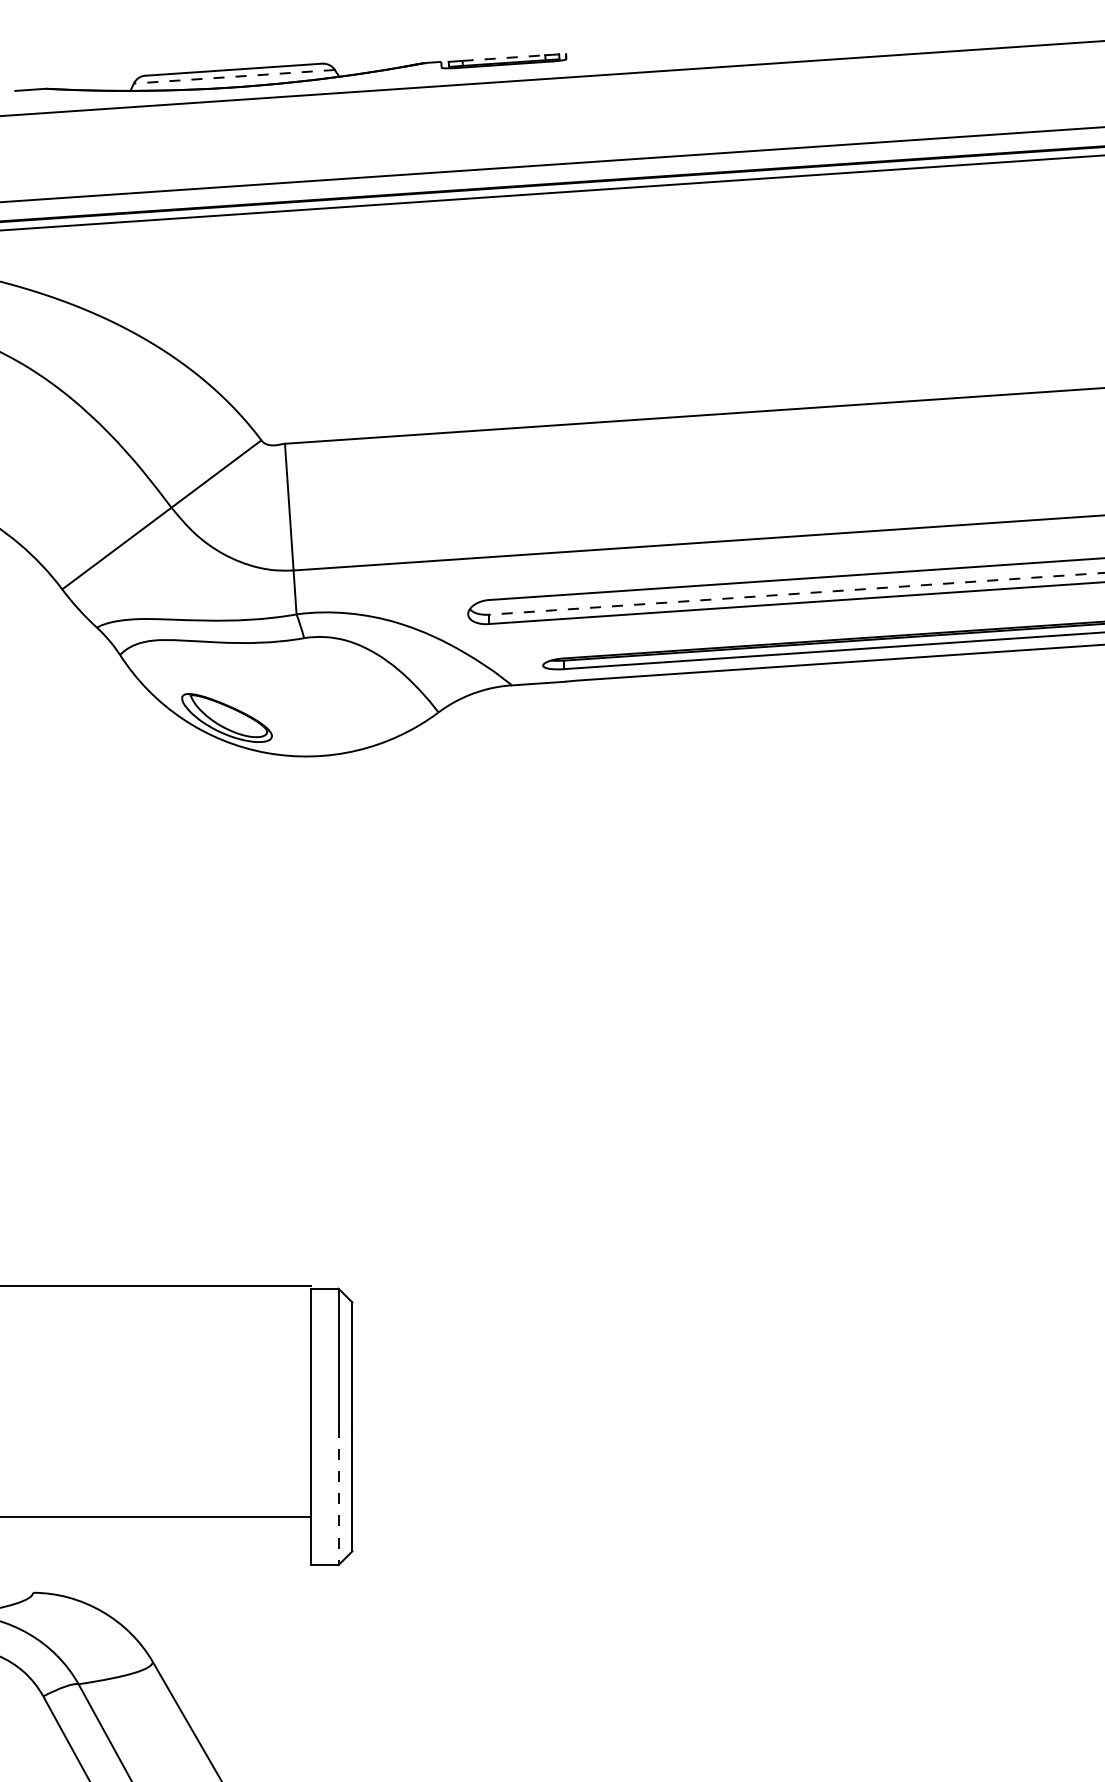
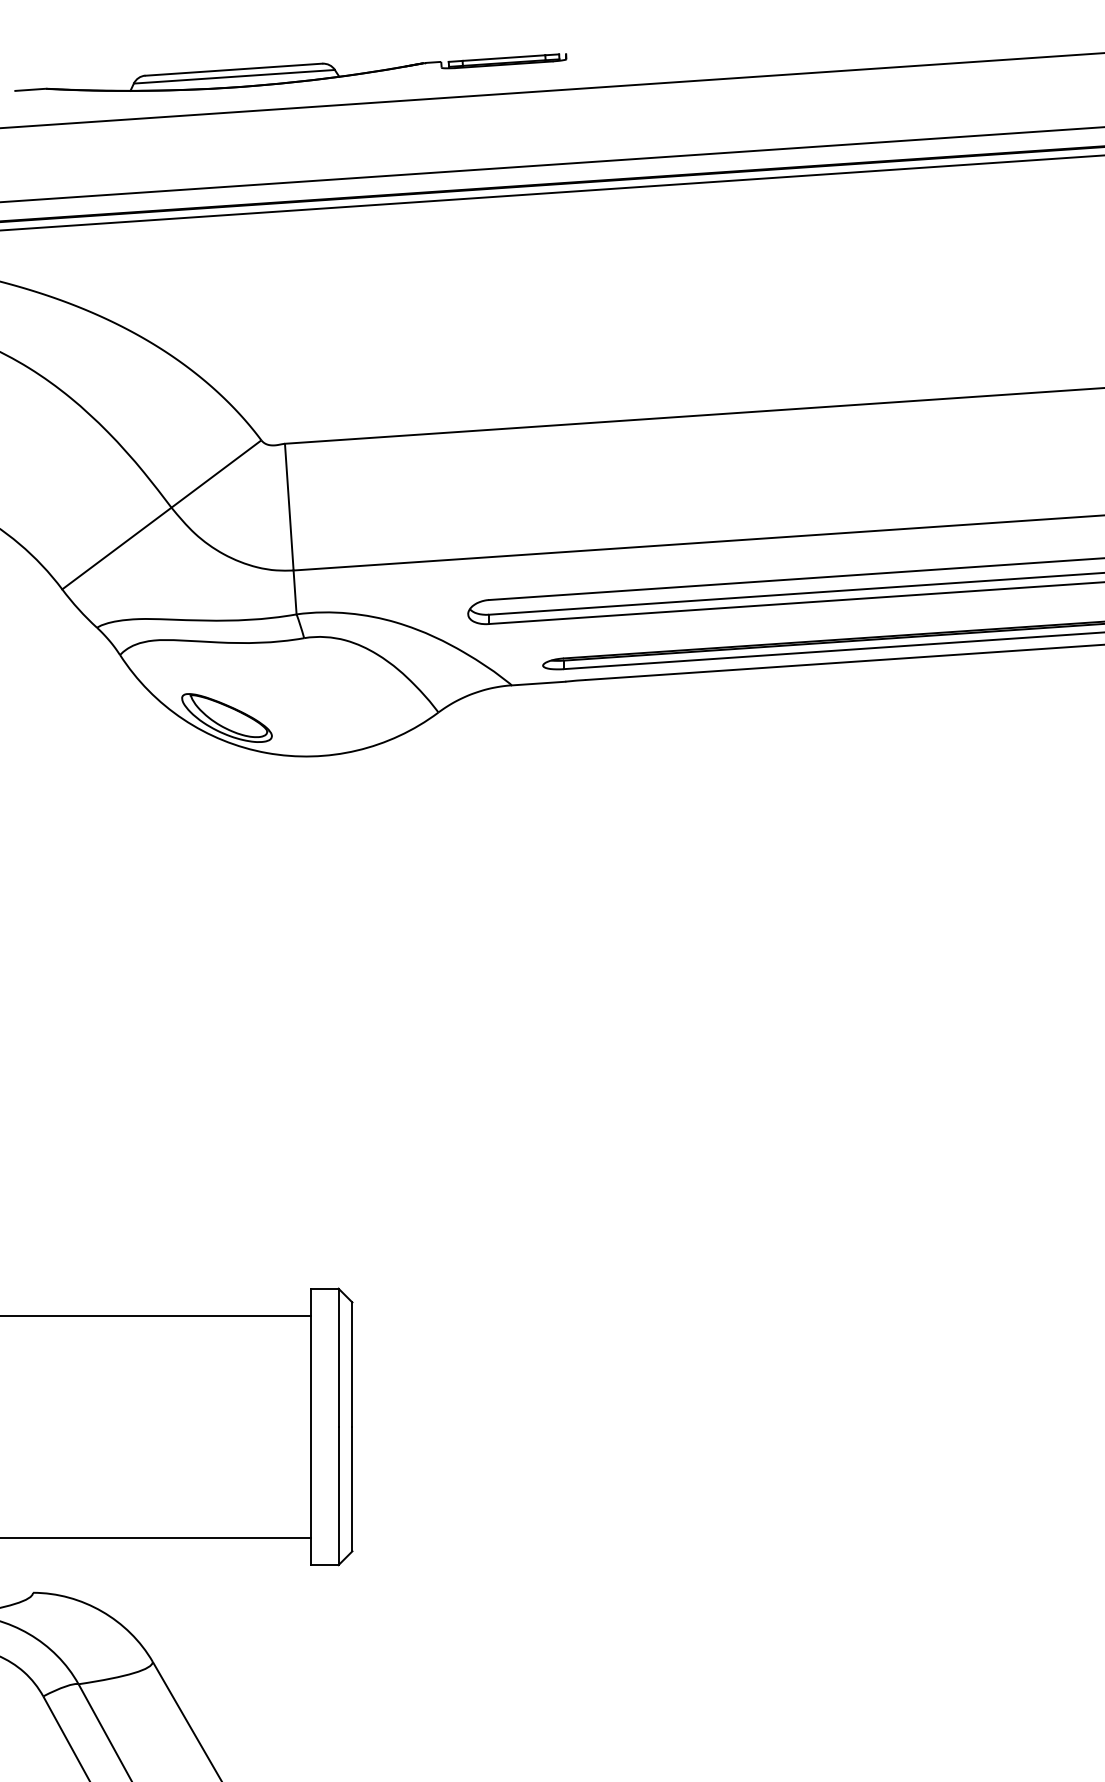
line at (504, 58): dashed -> solid
line at (234, 76): dashed -> solid
line at (551, 78) position: (551, 78) -> (551, 90)
line at (796, 593): dashed -> solid
line at (156, 1286) position: (156, 1286) -> (156, 1316)
line at (338, 1496): dashed -> solid
line at (156, 1516) position: (156, 1516) -> (156, 1537)
